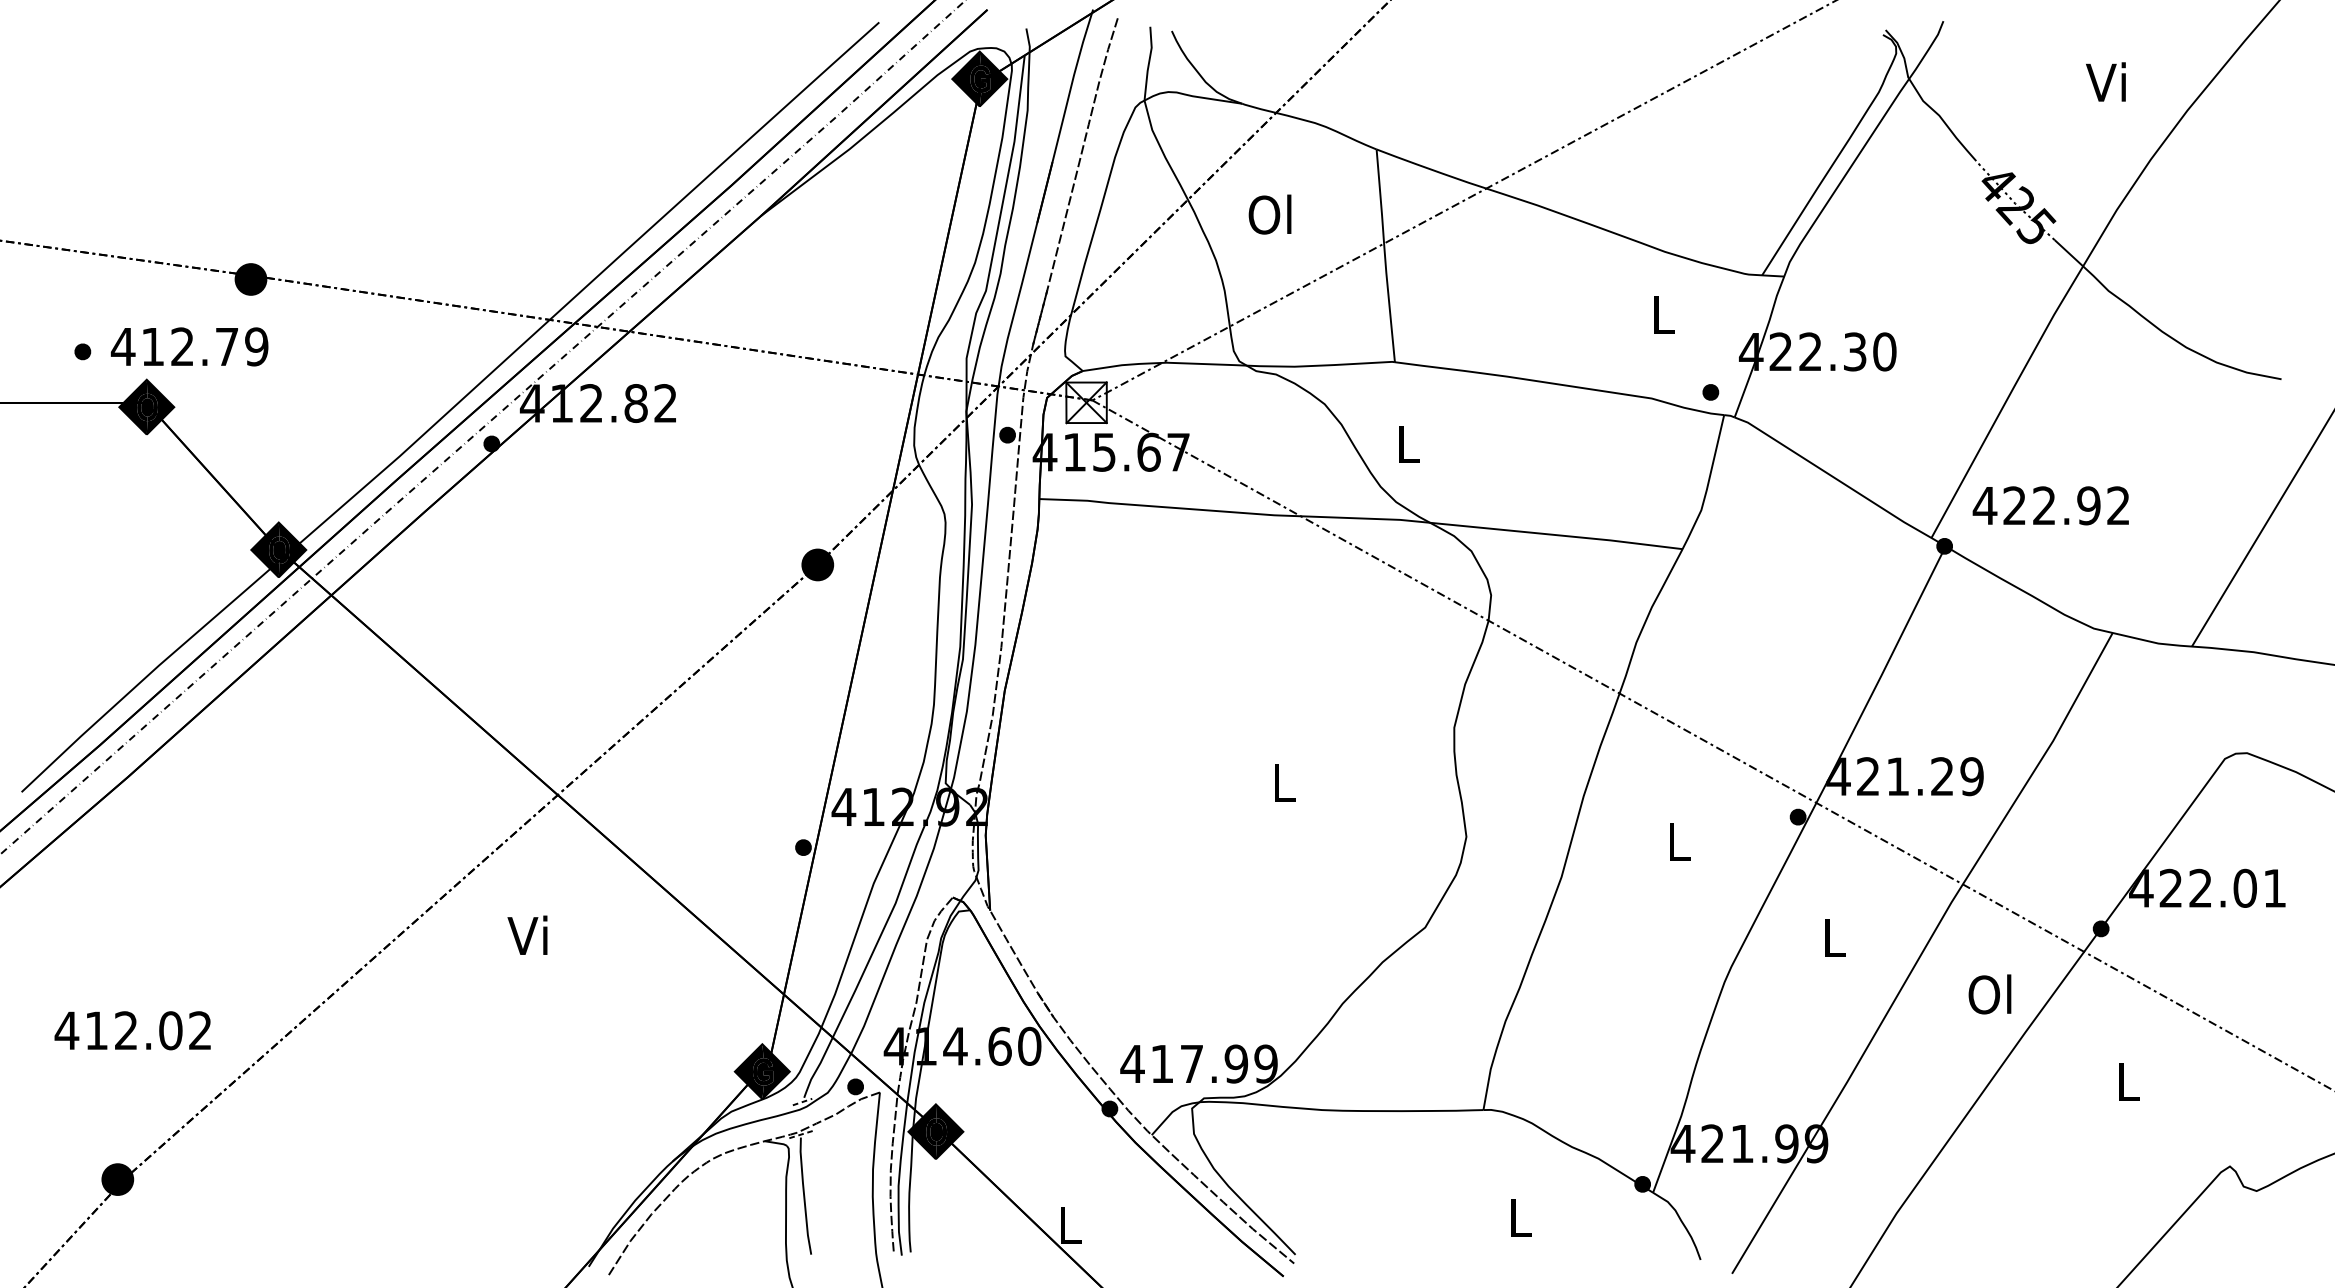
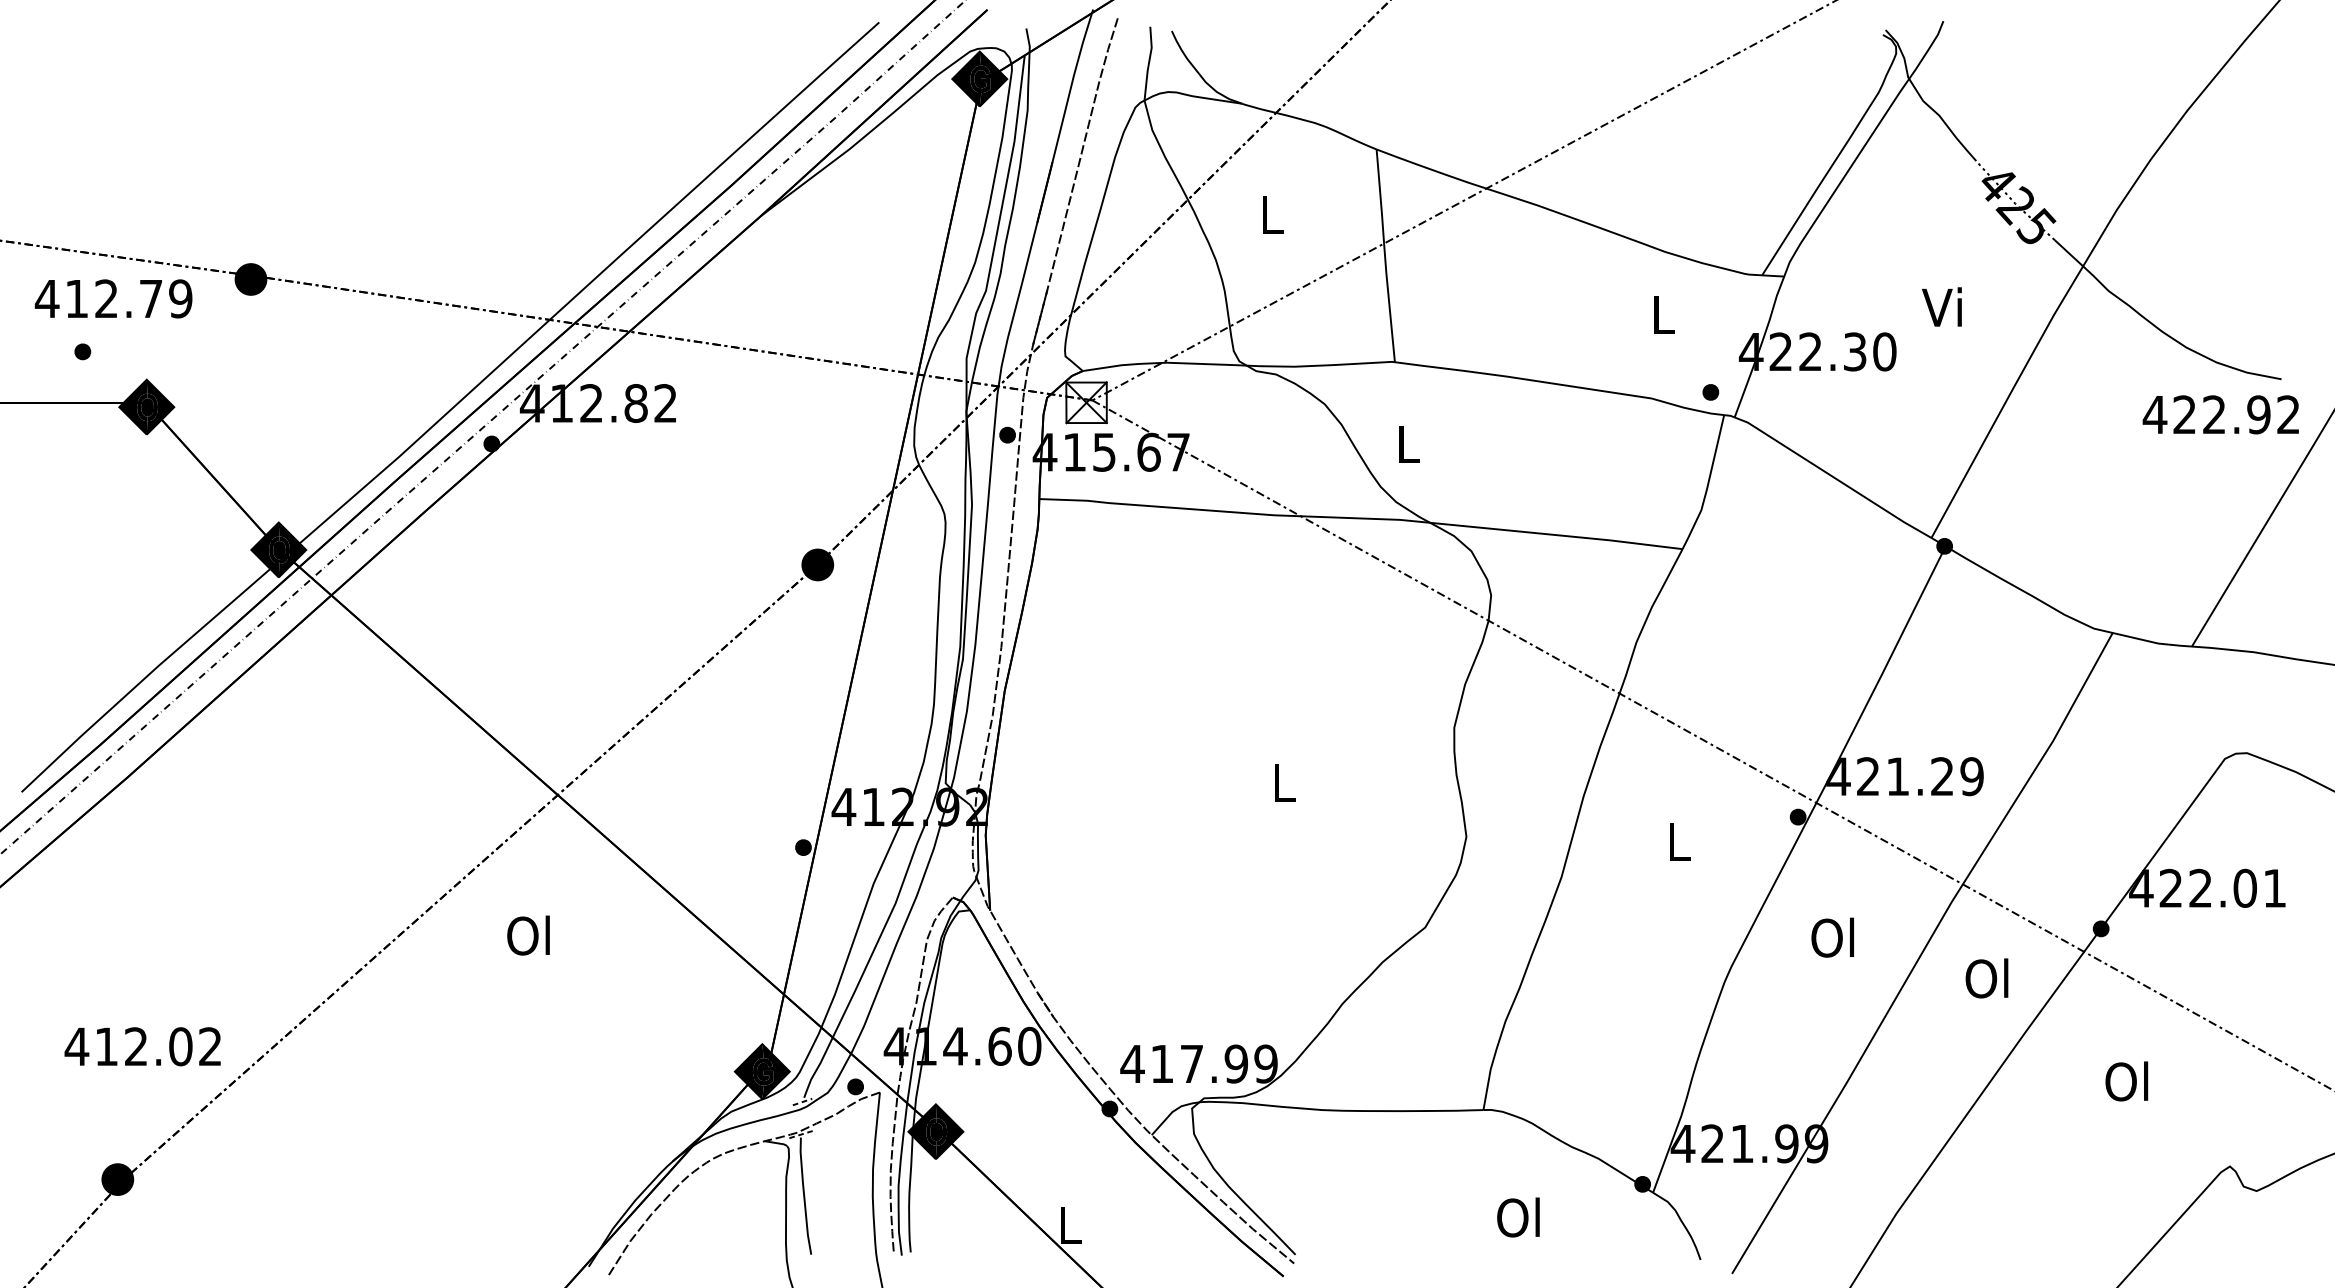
text at (2105, 81) position: (2105, 81) -> (1941, 306)
text at (1269, 214): Ol -> L
text at (189, 346) position: (189, 346) -> (113, 298)
text at (2050, 505) position: (2050, 505) -> (2220, 414)
text at (528, 935): Vi -> Ol
text at (1832, 937): L -> Ol
text at (1989, 994) position: (1989, 994) -> (1986, 978)
text at (132, 1030) position: (132, 1030) -> (142, 1046)
text at (2126, 1081): L -> Ol
text at (1518, 1217): L -> Ol
